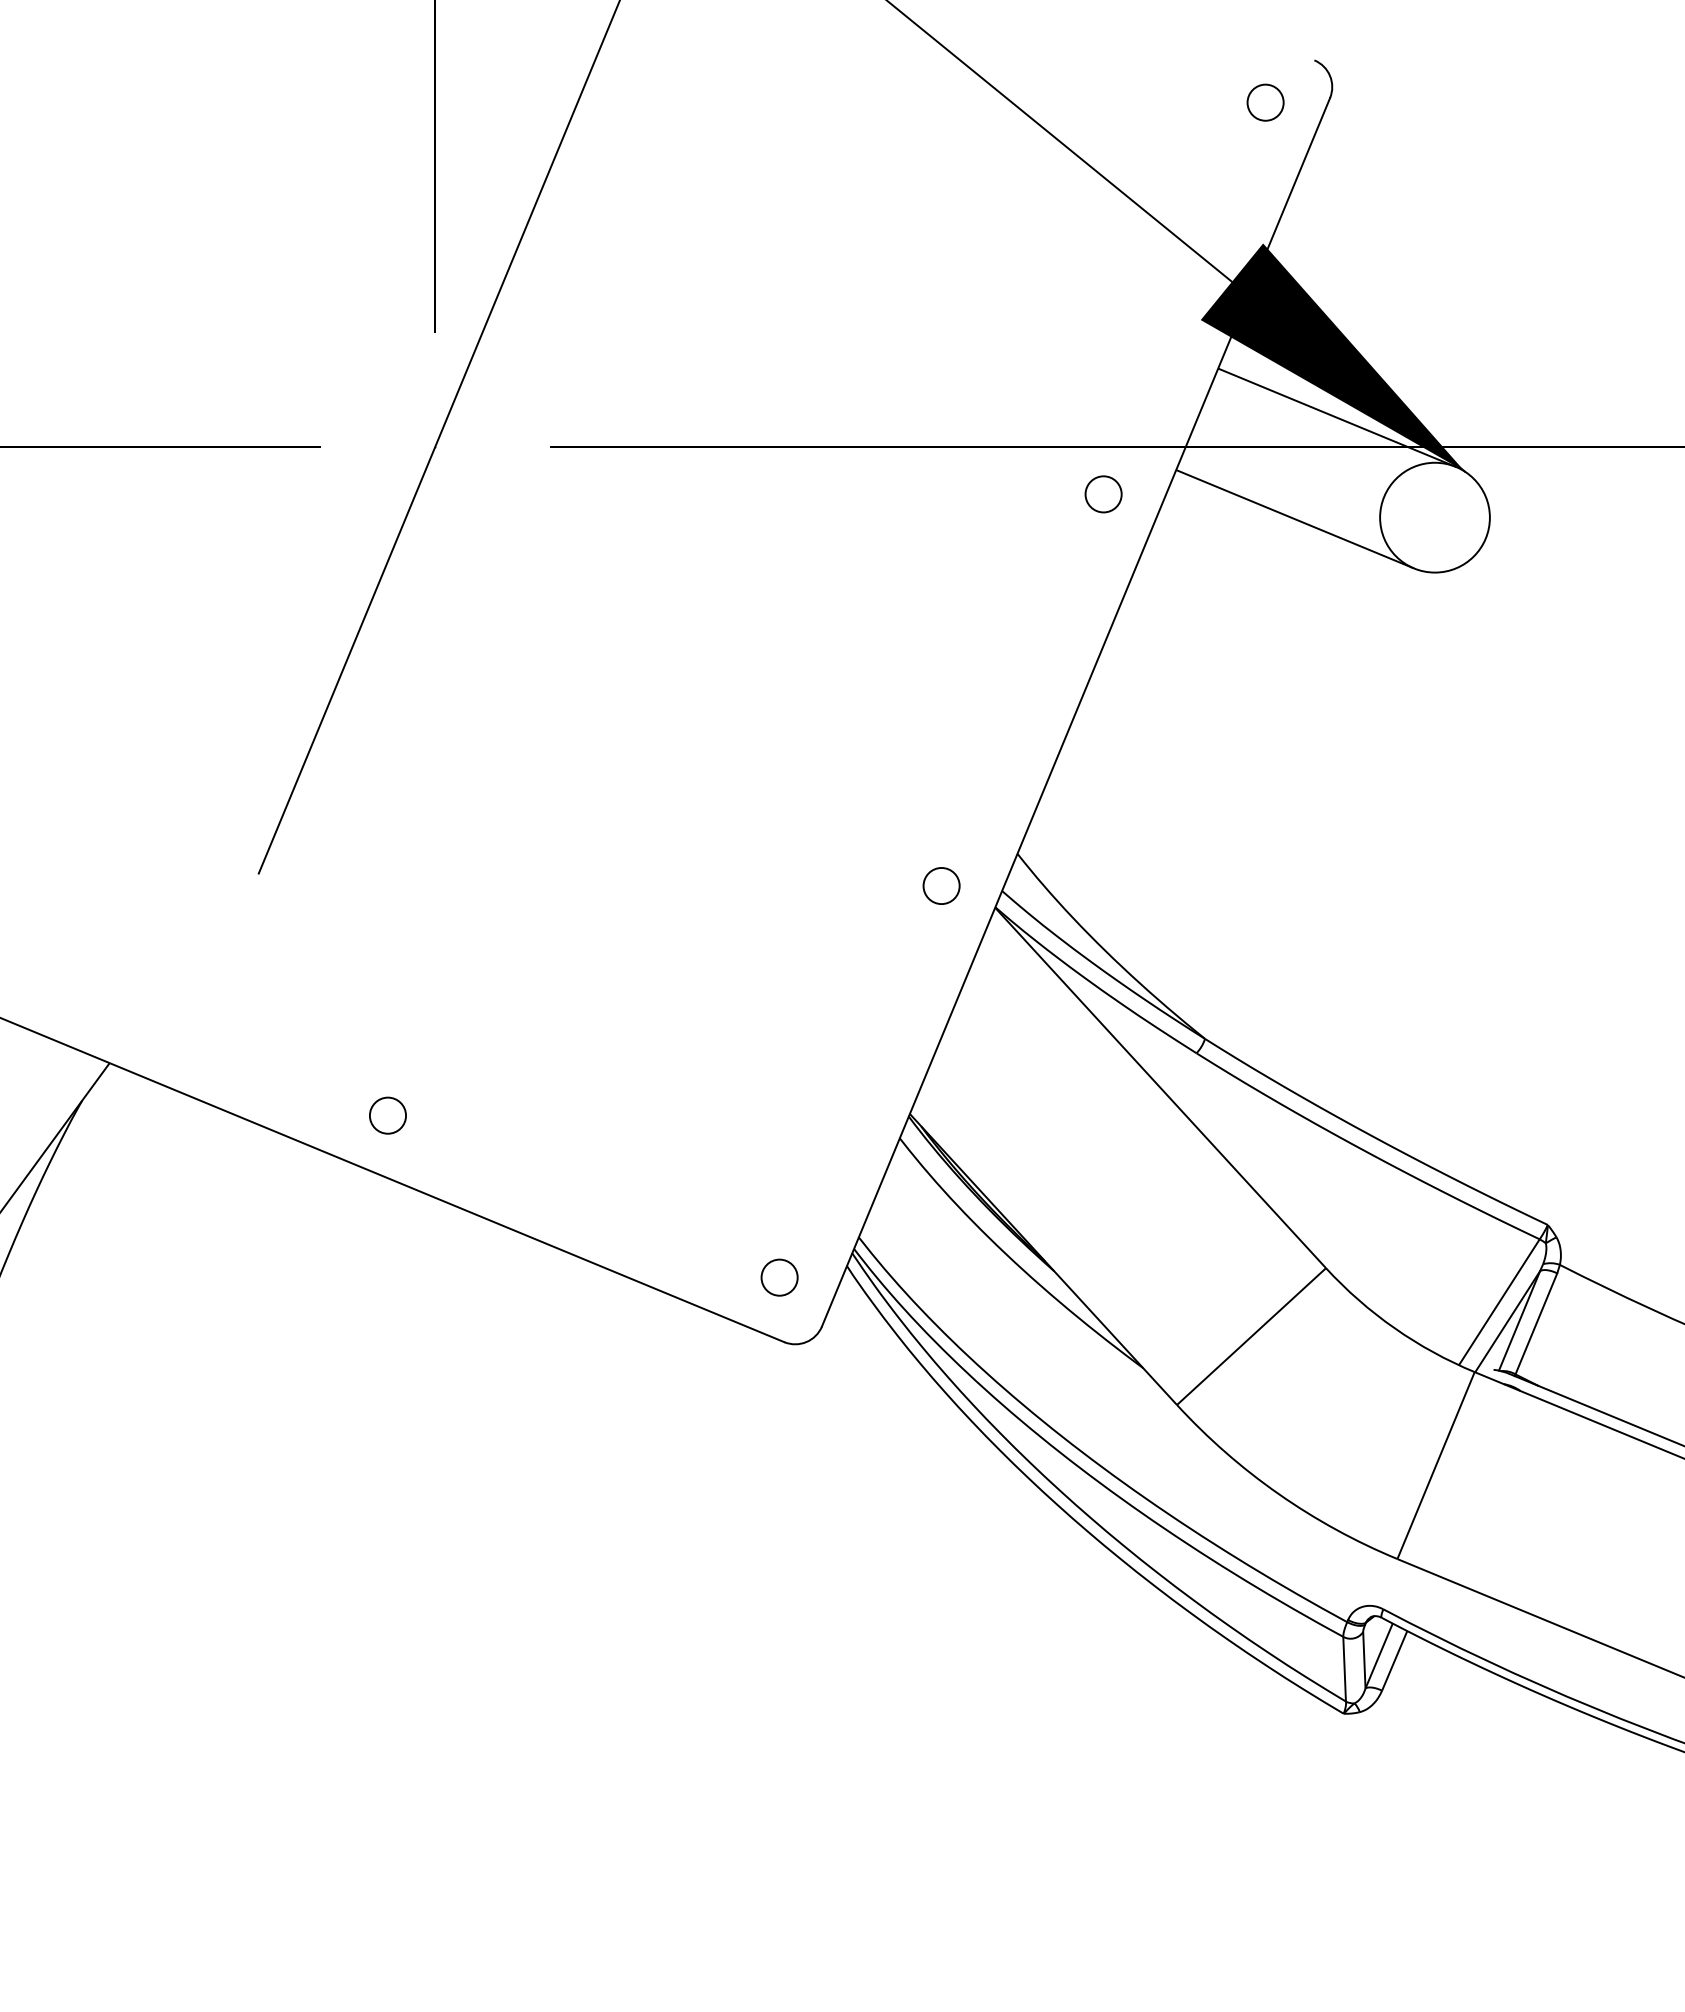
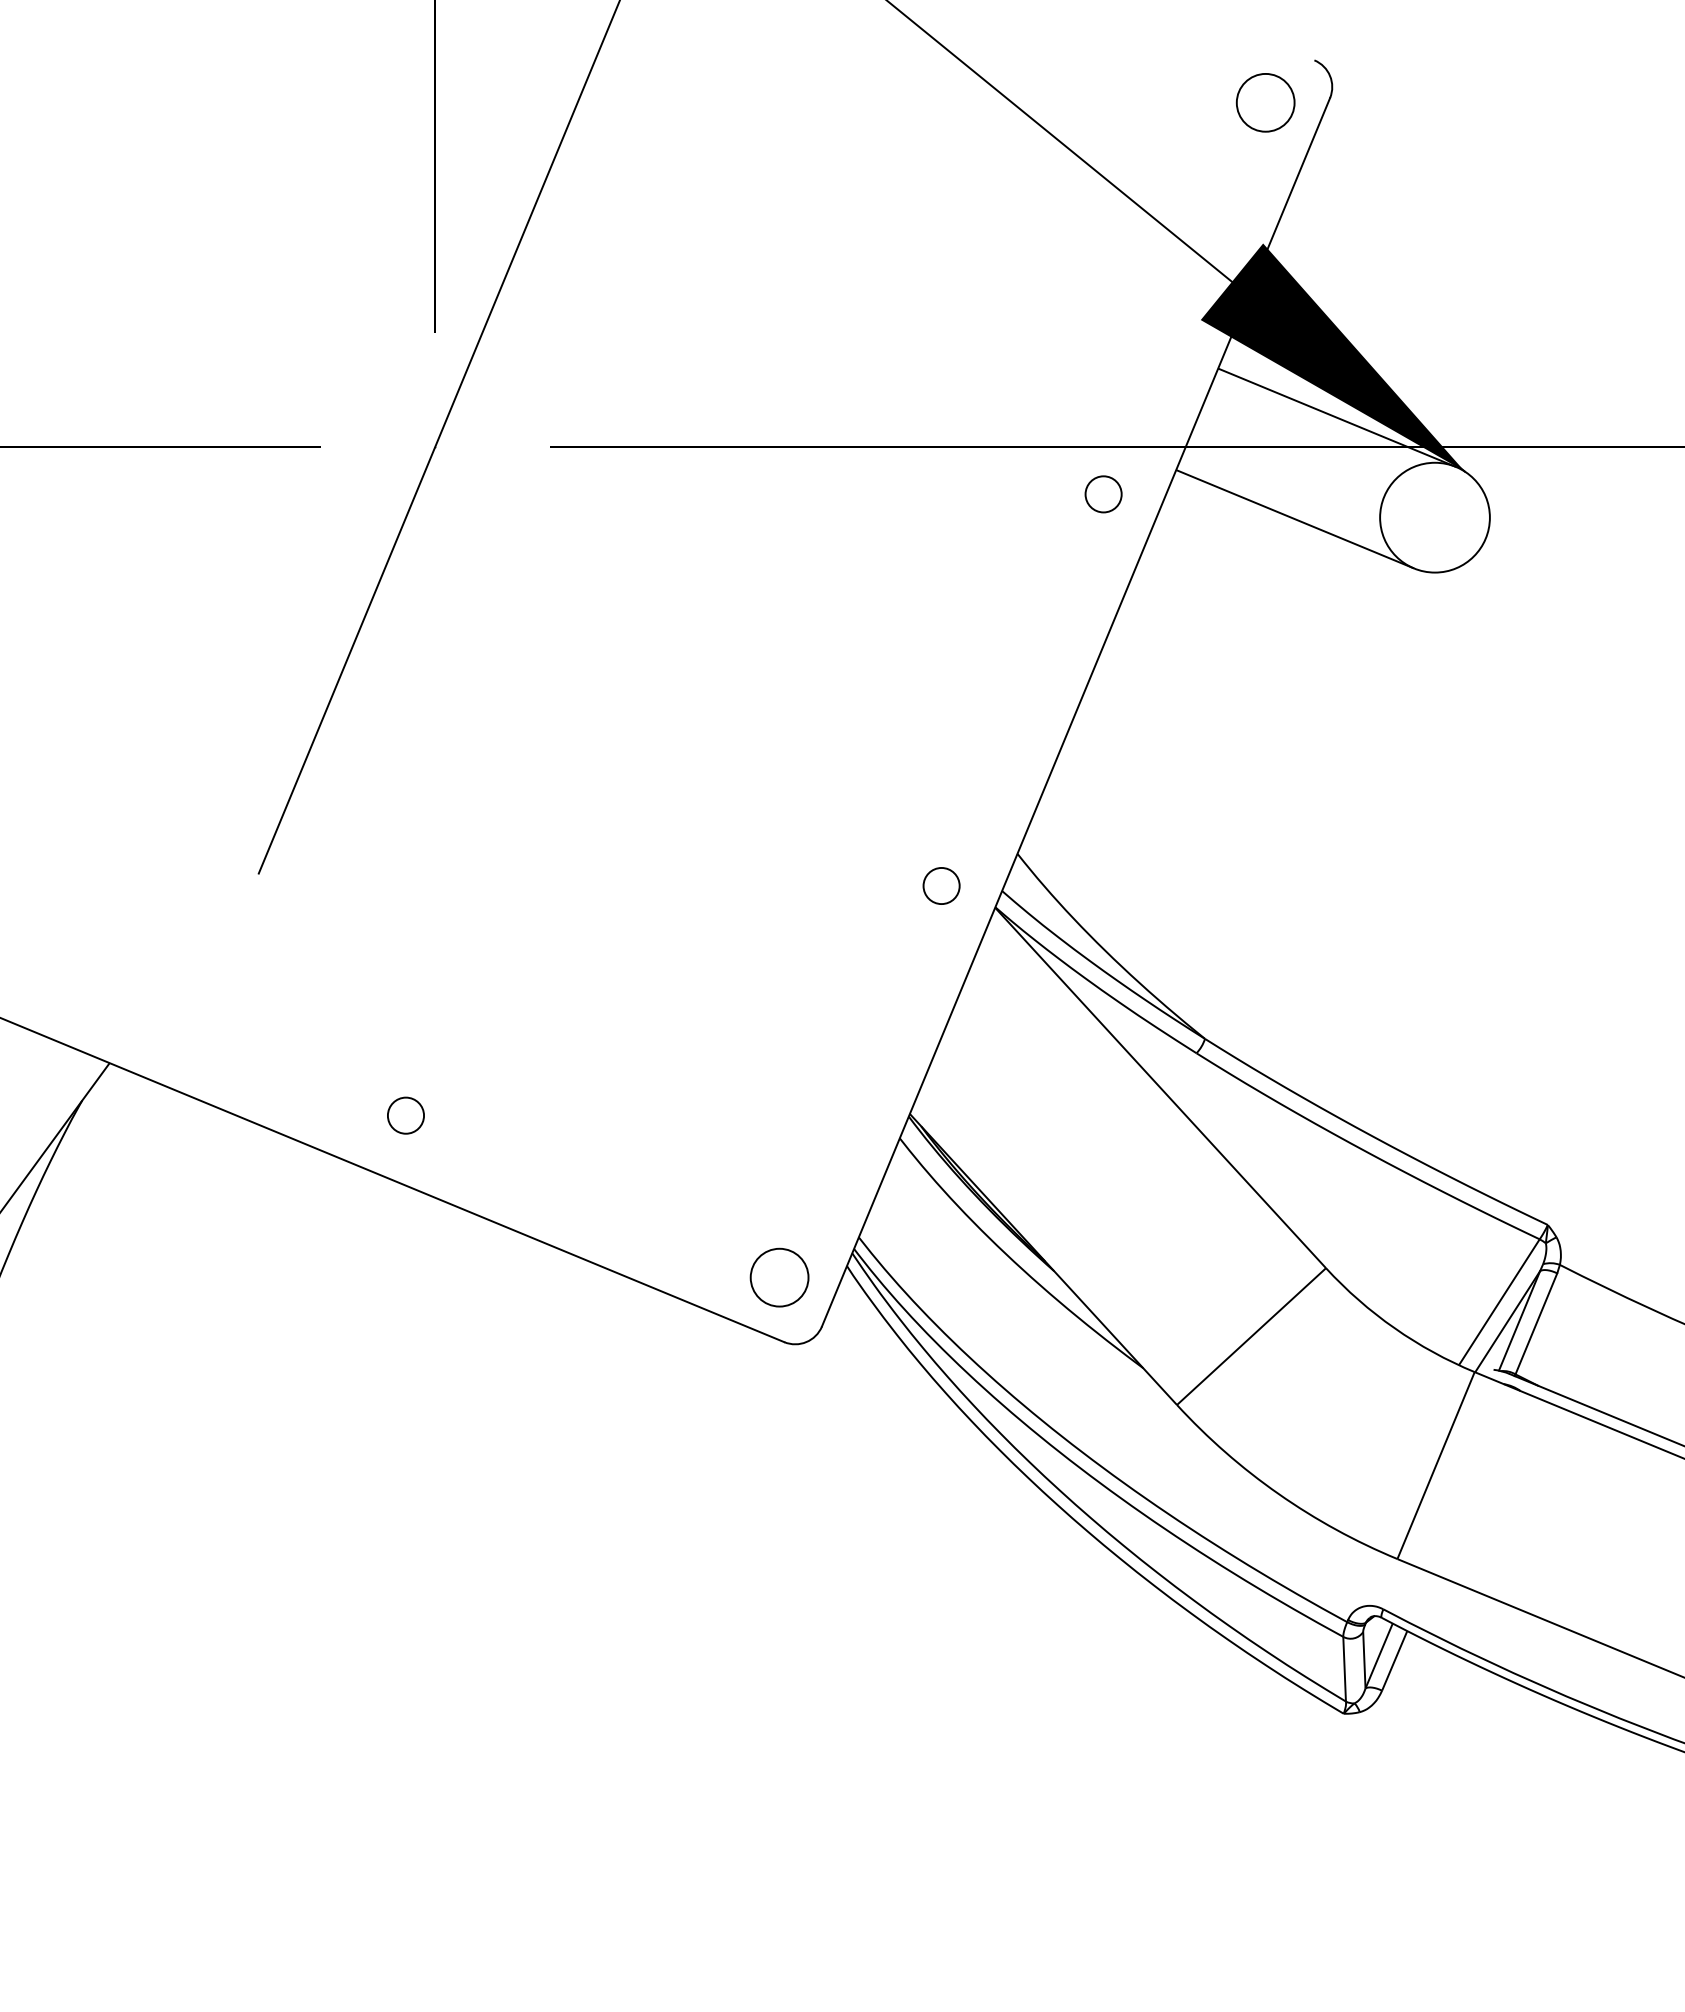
circle at (1265, 102) size: 39x39 px -> 61x60 px
circle at (387, 1115) position: (387, 1115) -> (405, 1115)
circle at (779, 1277) diameter: 36 px -> 58 px
